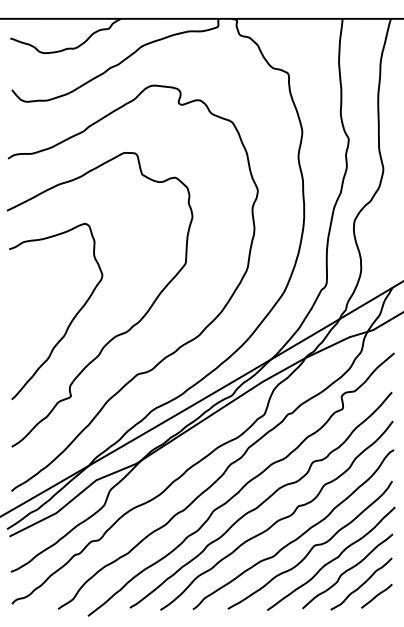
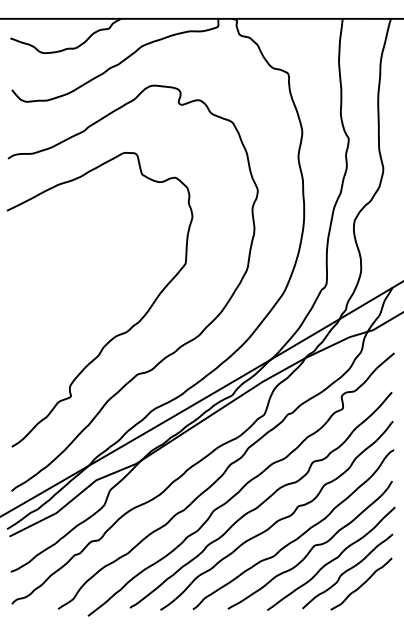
curve at (70, 321): present -> none
line at (376, 595): present -> none
